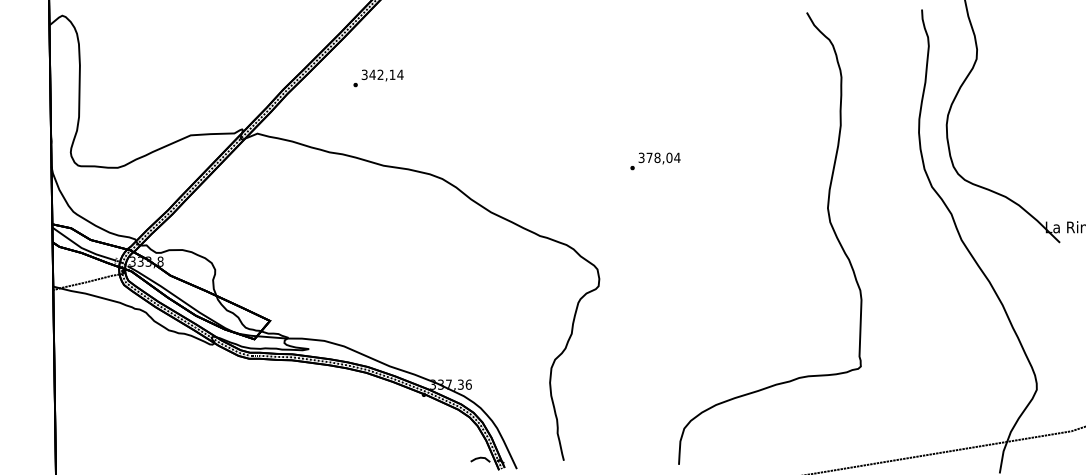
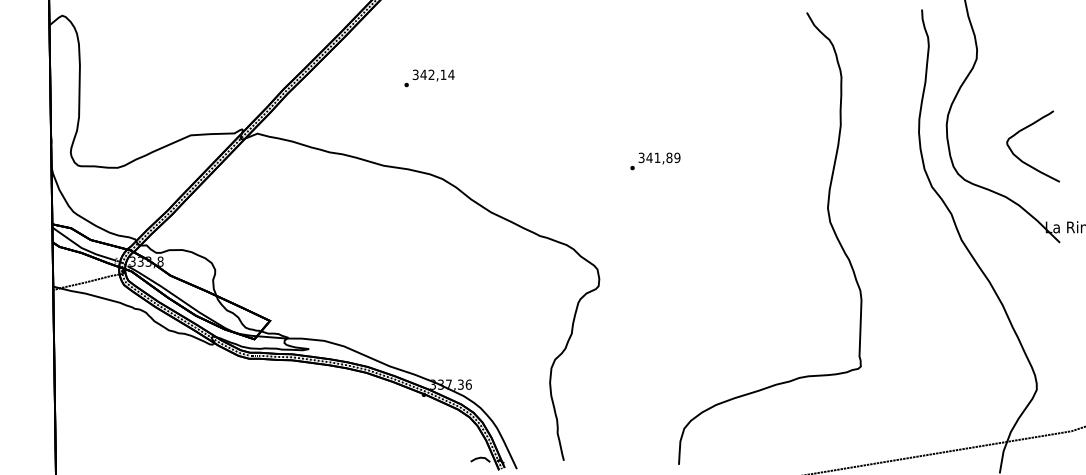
text at (378, 78) position: (378, 78) -> (429, 78)
text at (663, 157): 378,04 -> 341,89
curve at (1020, 158): none -> present
